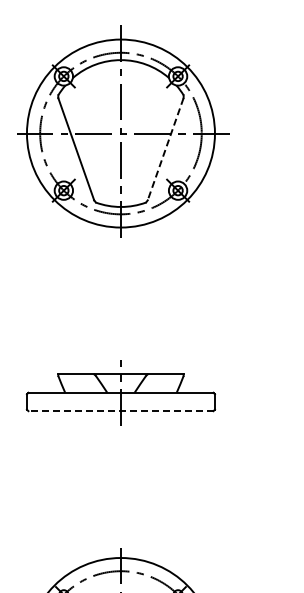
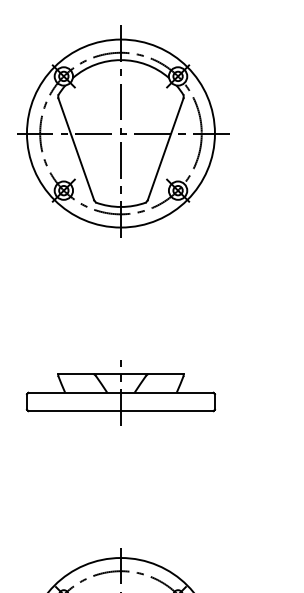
line at (165, 149): dashed -> solid
line at (120, 411): dashed -> solid
